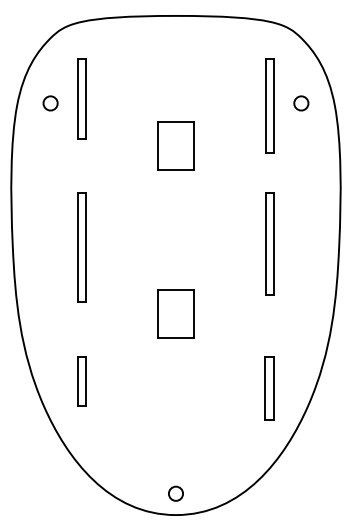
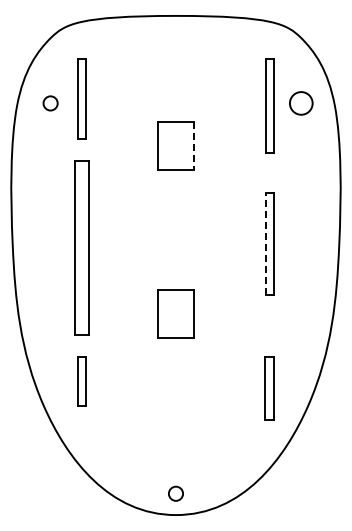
circle at (301, 103) size: 17x17 px -> 25x25 px
line at (193, 146): solid -> dashed
line at (265, 244): solid -> dashed
part at (81, 247) size: 10x111 px -> 16x176 px
